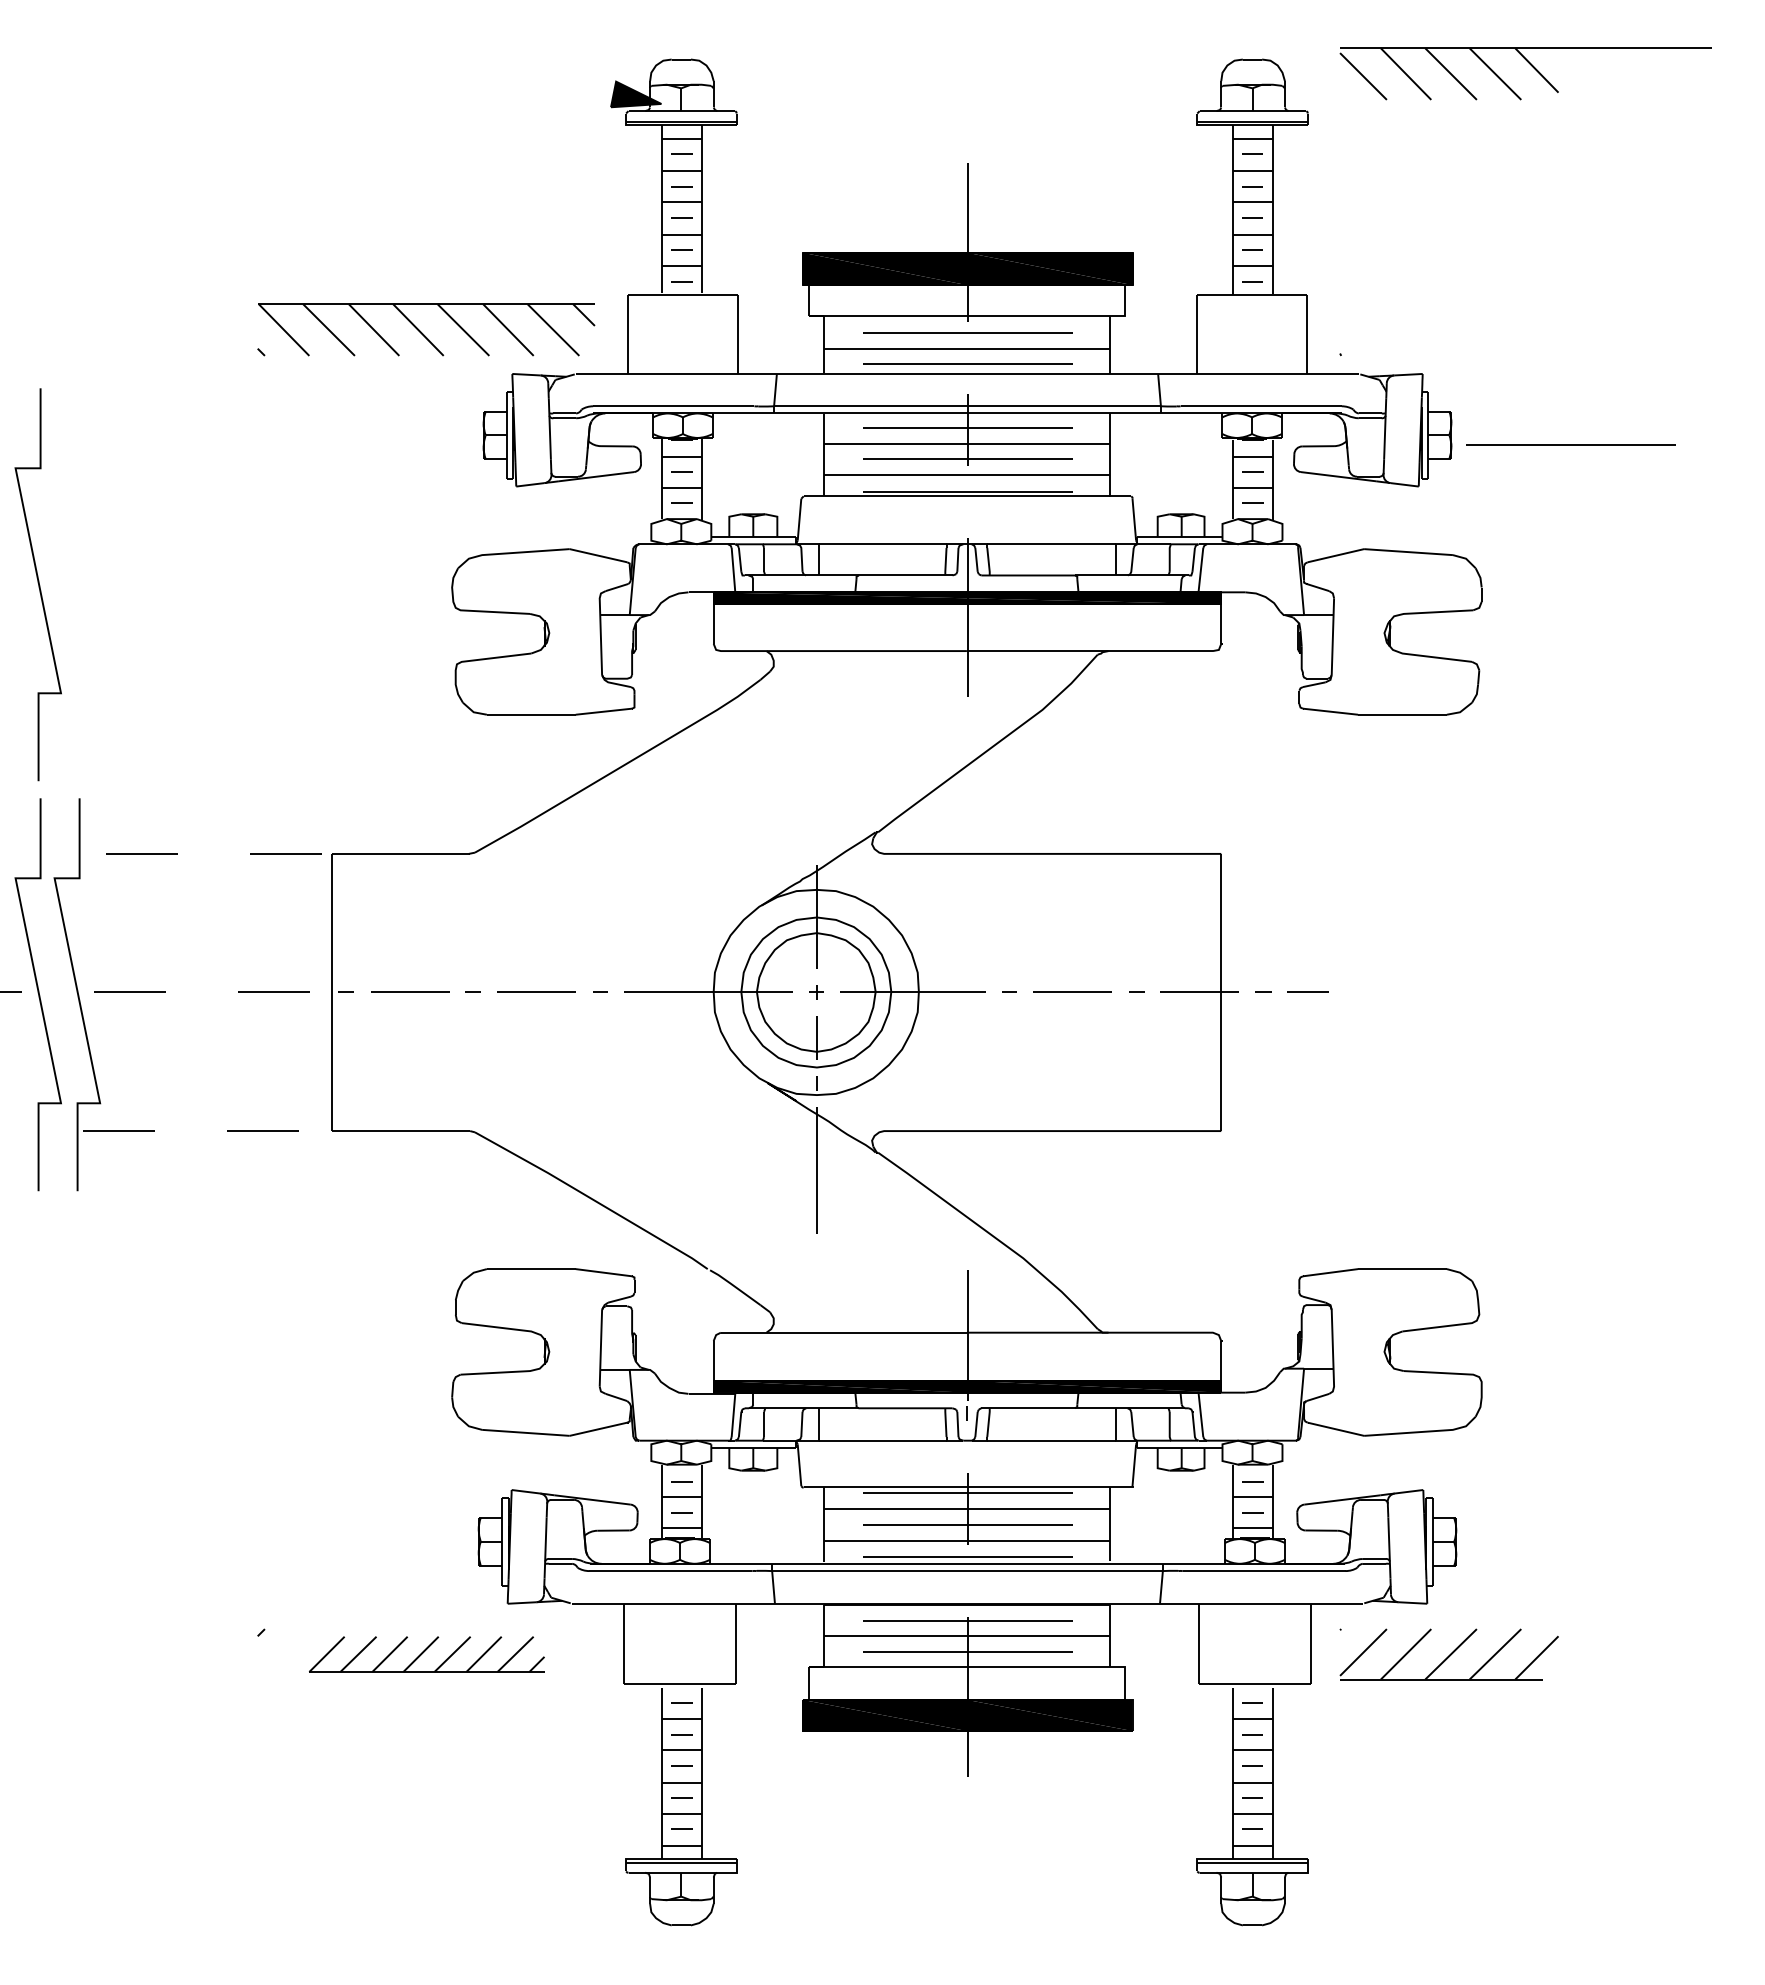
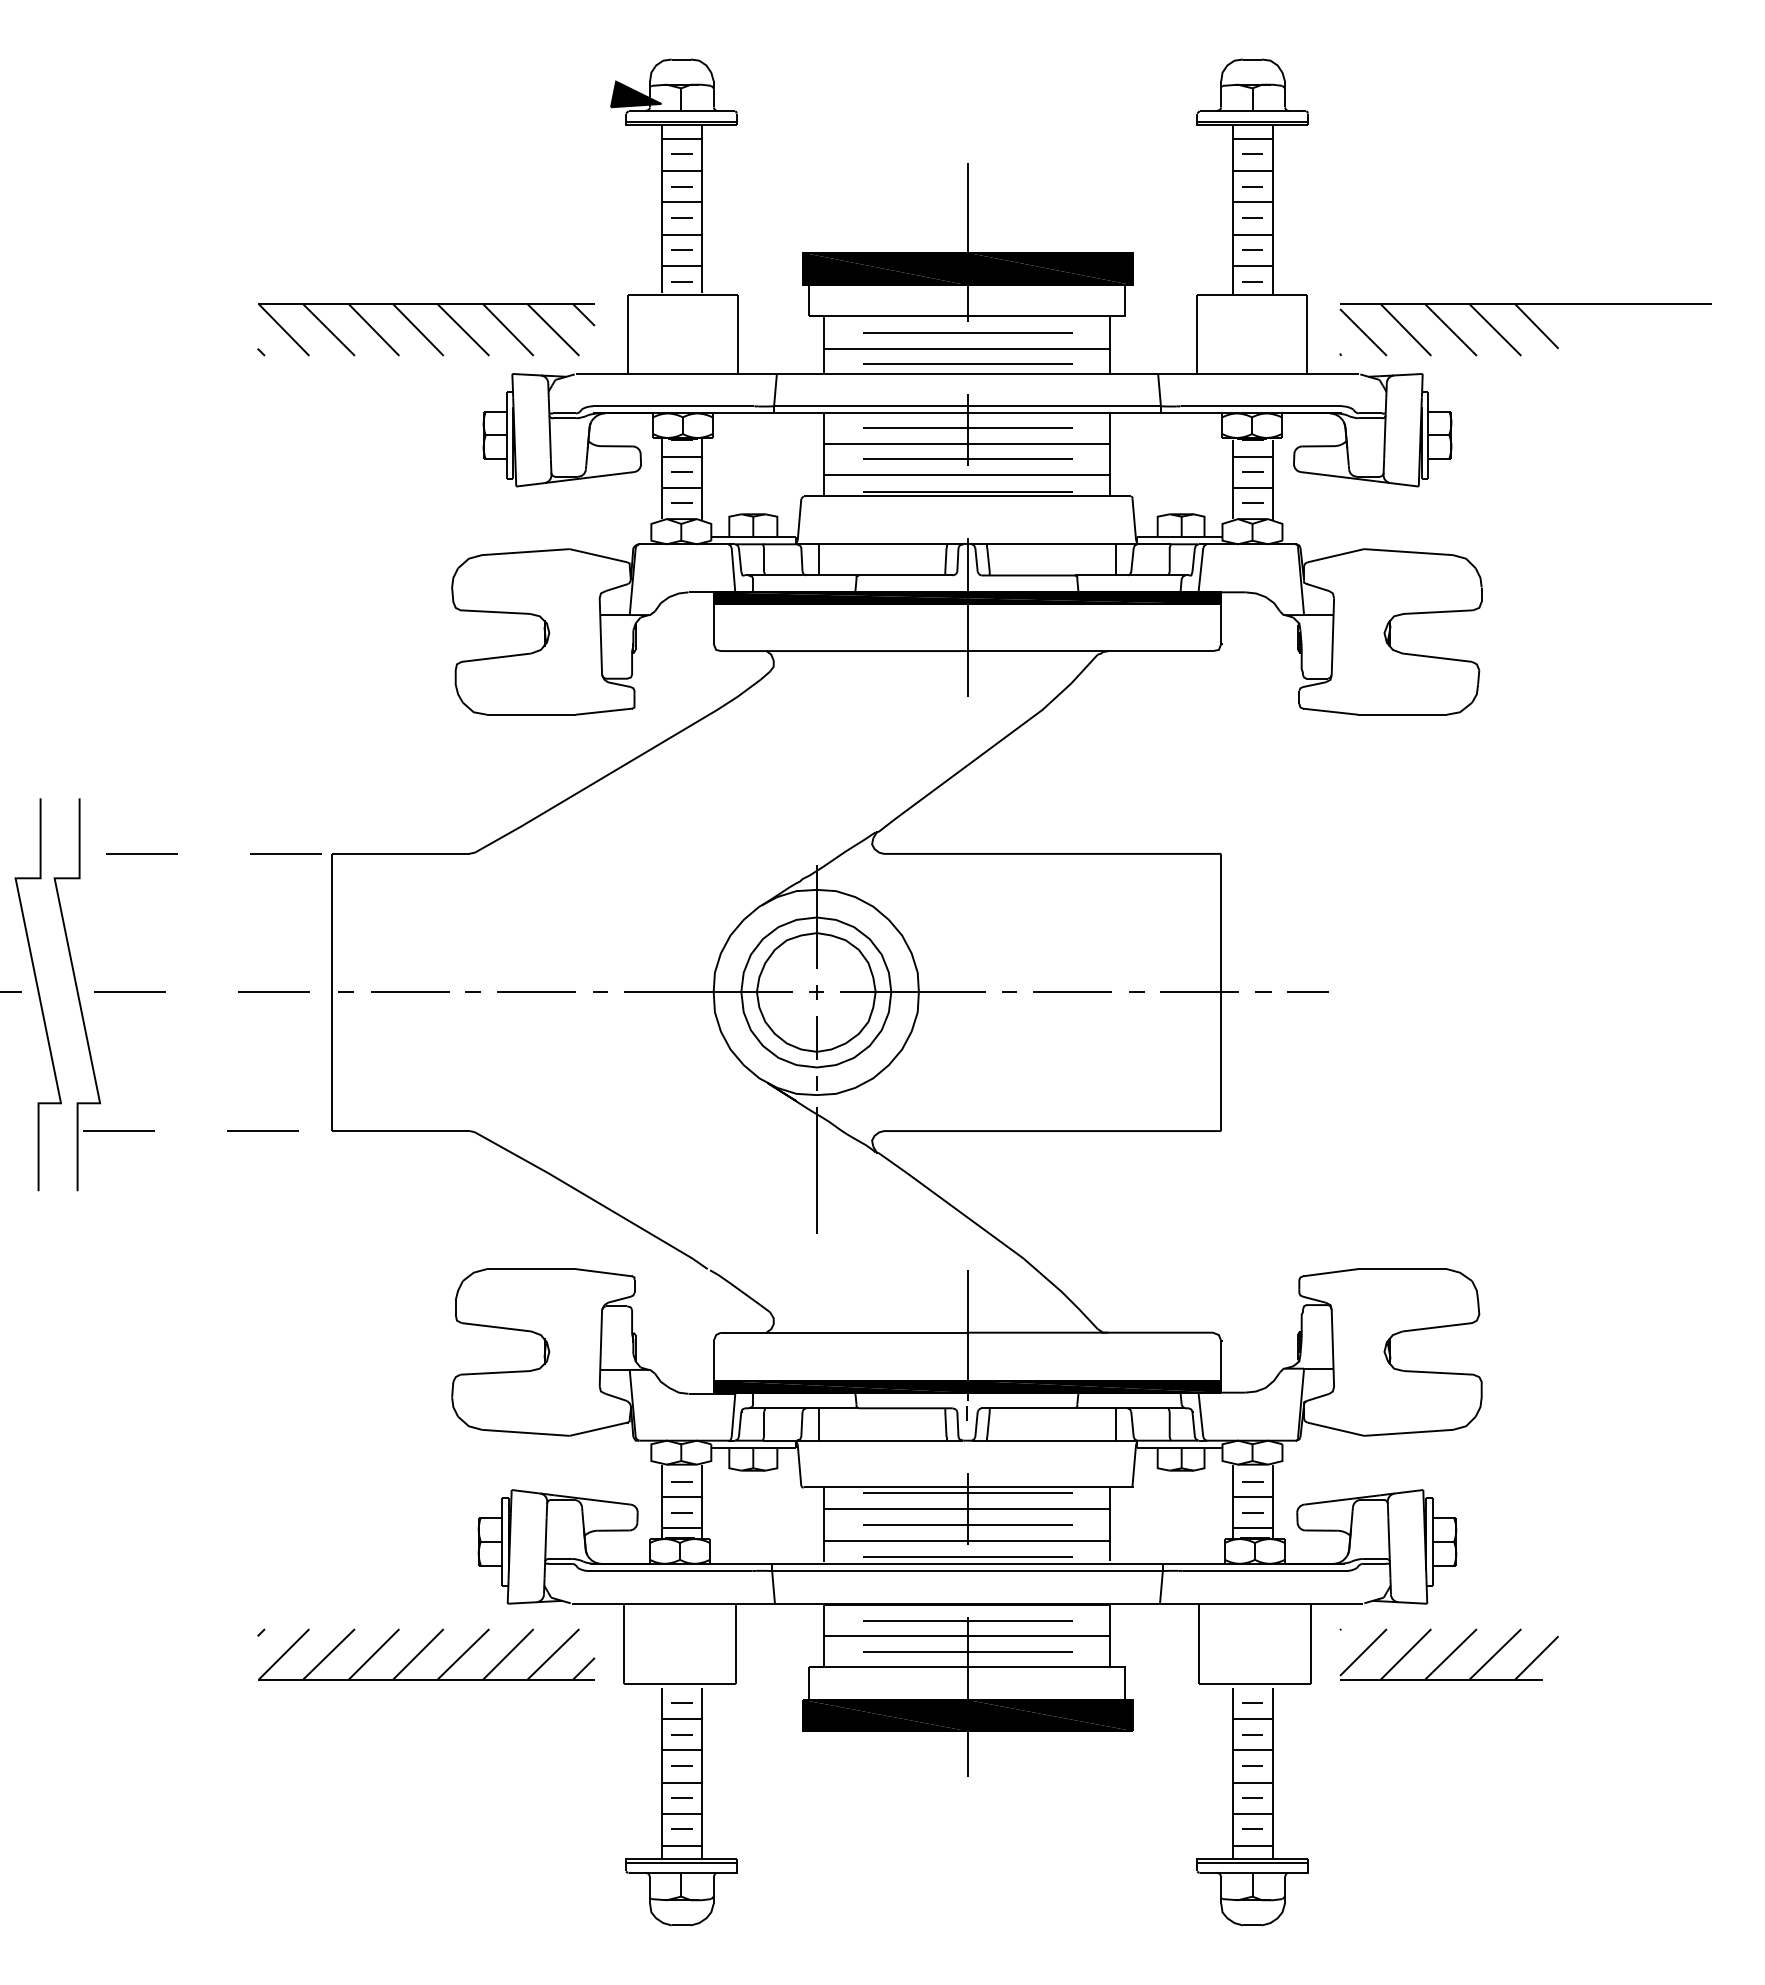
part at (1531, 66) position: (1531, 66) -> (1531, 322)
line at (1570, 444): present -> none
curve at (38, 584): present -> none
part at (426, 1654) size: 236x37 px -> 338x53 px
